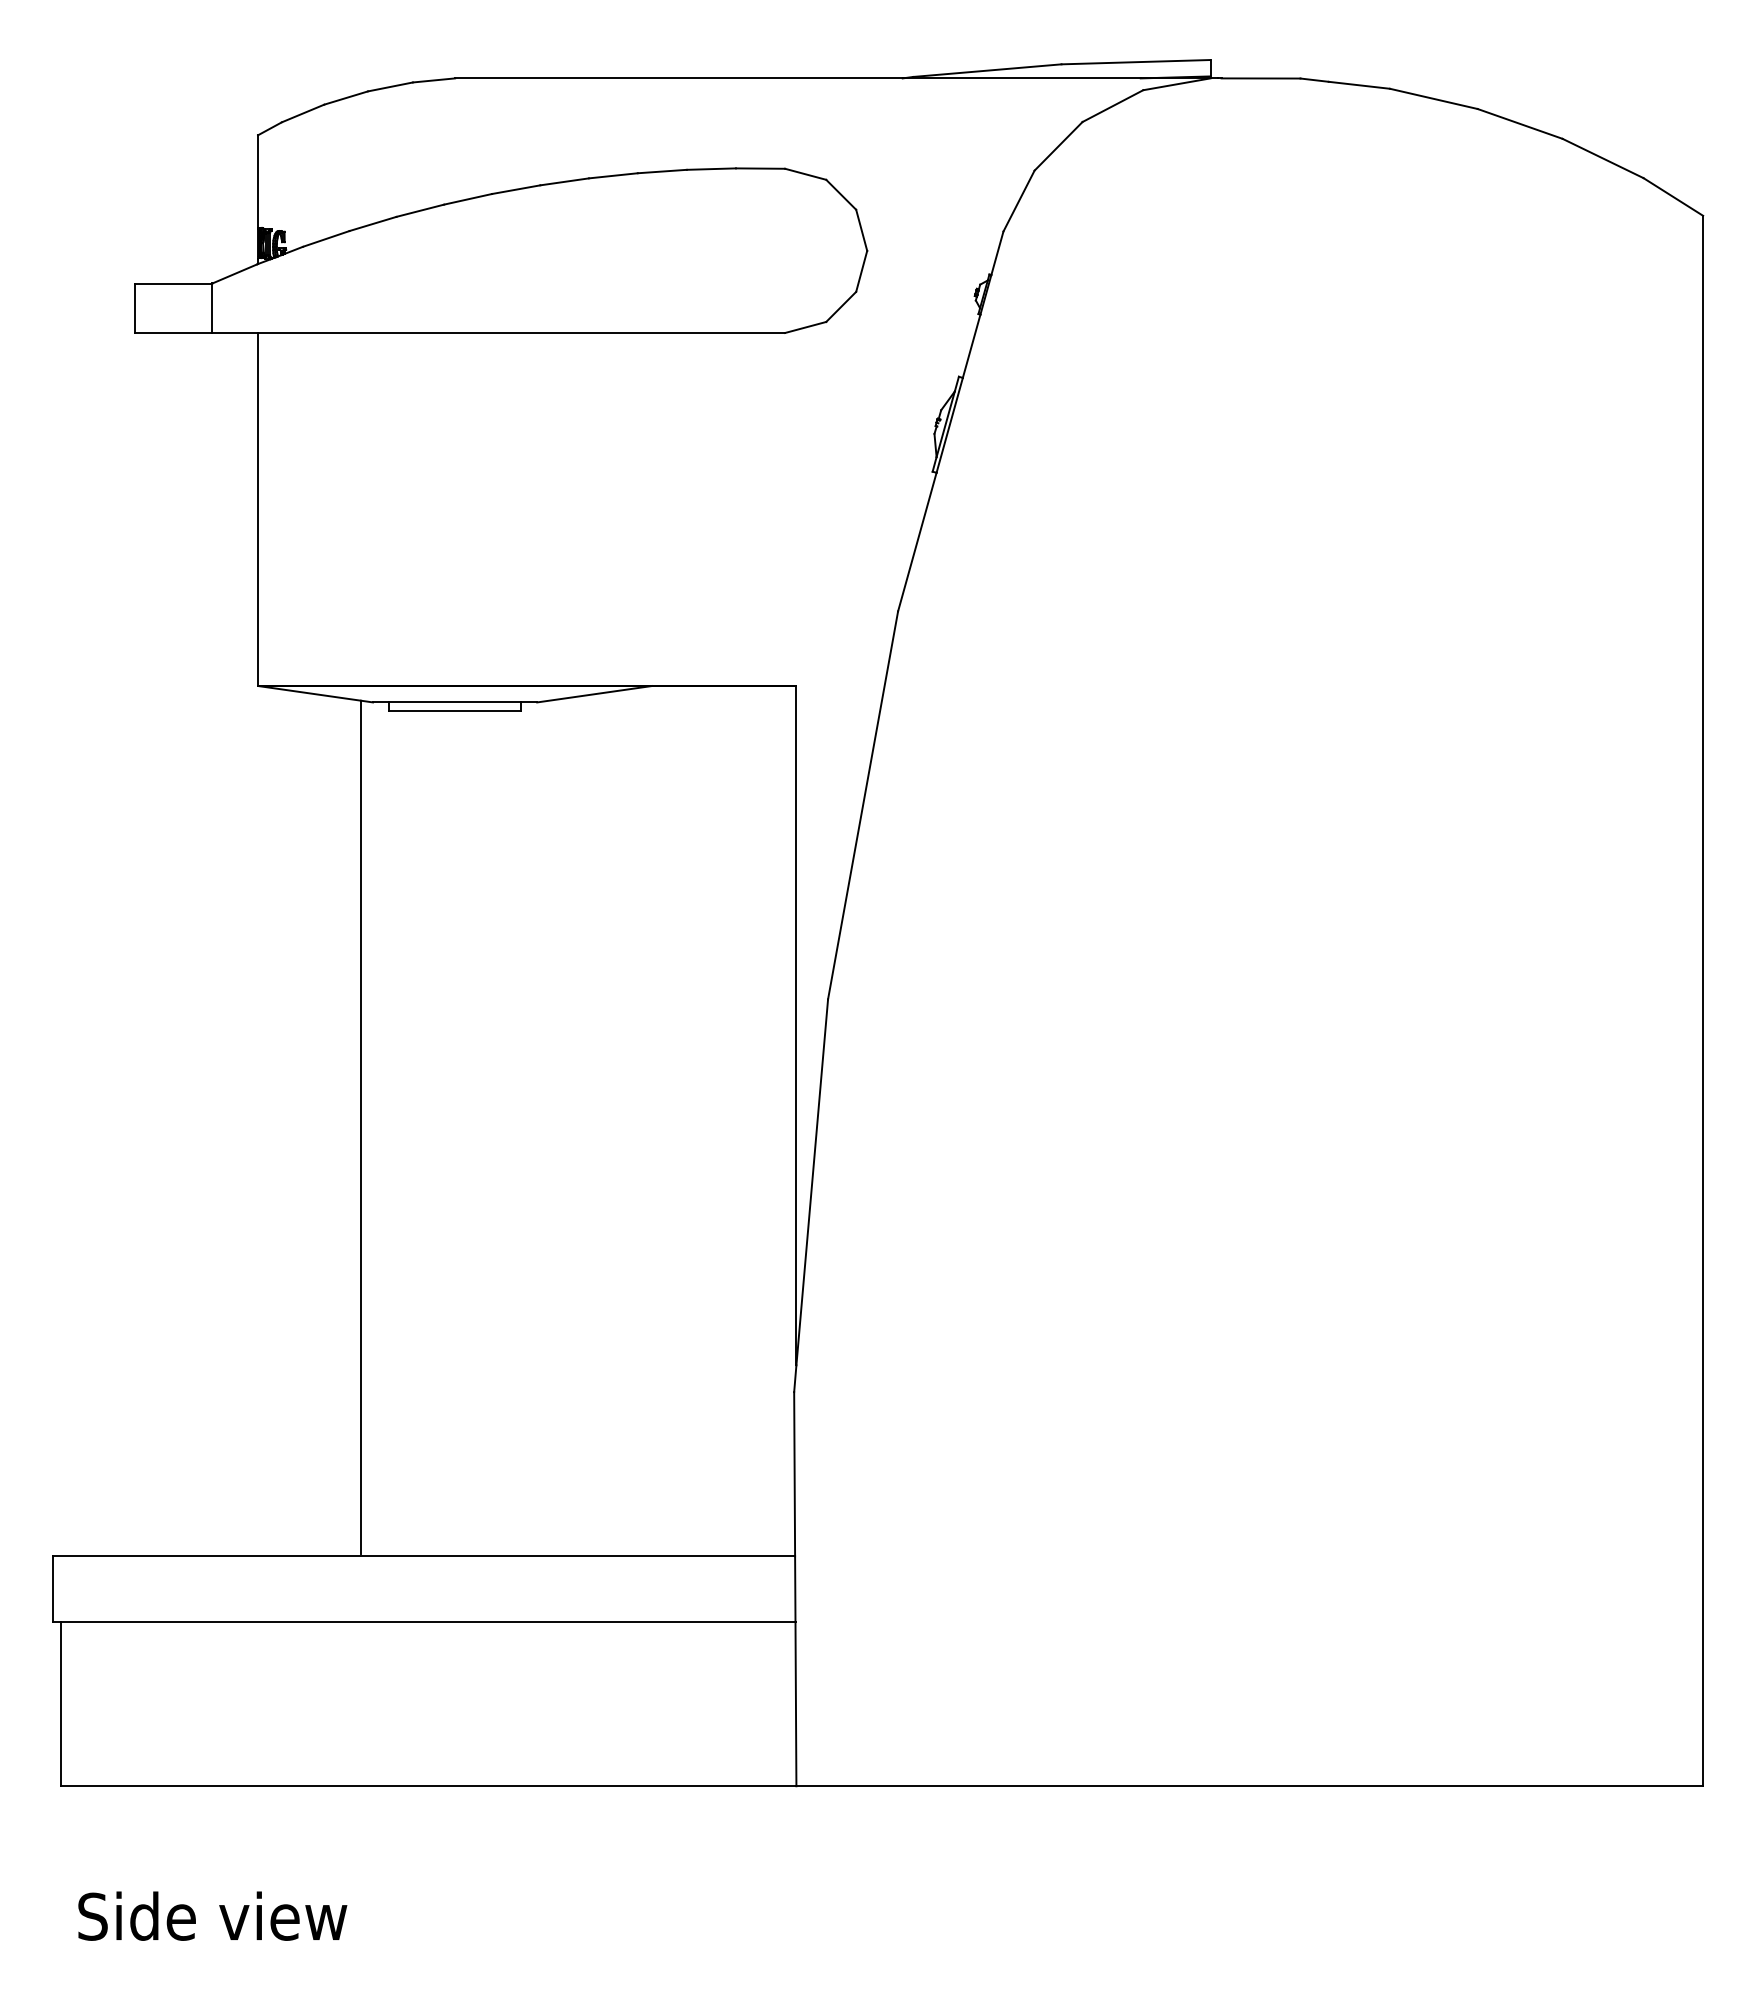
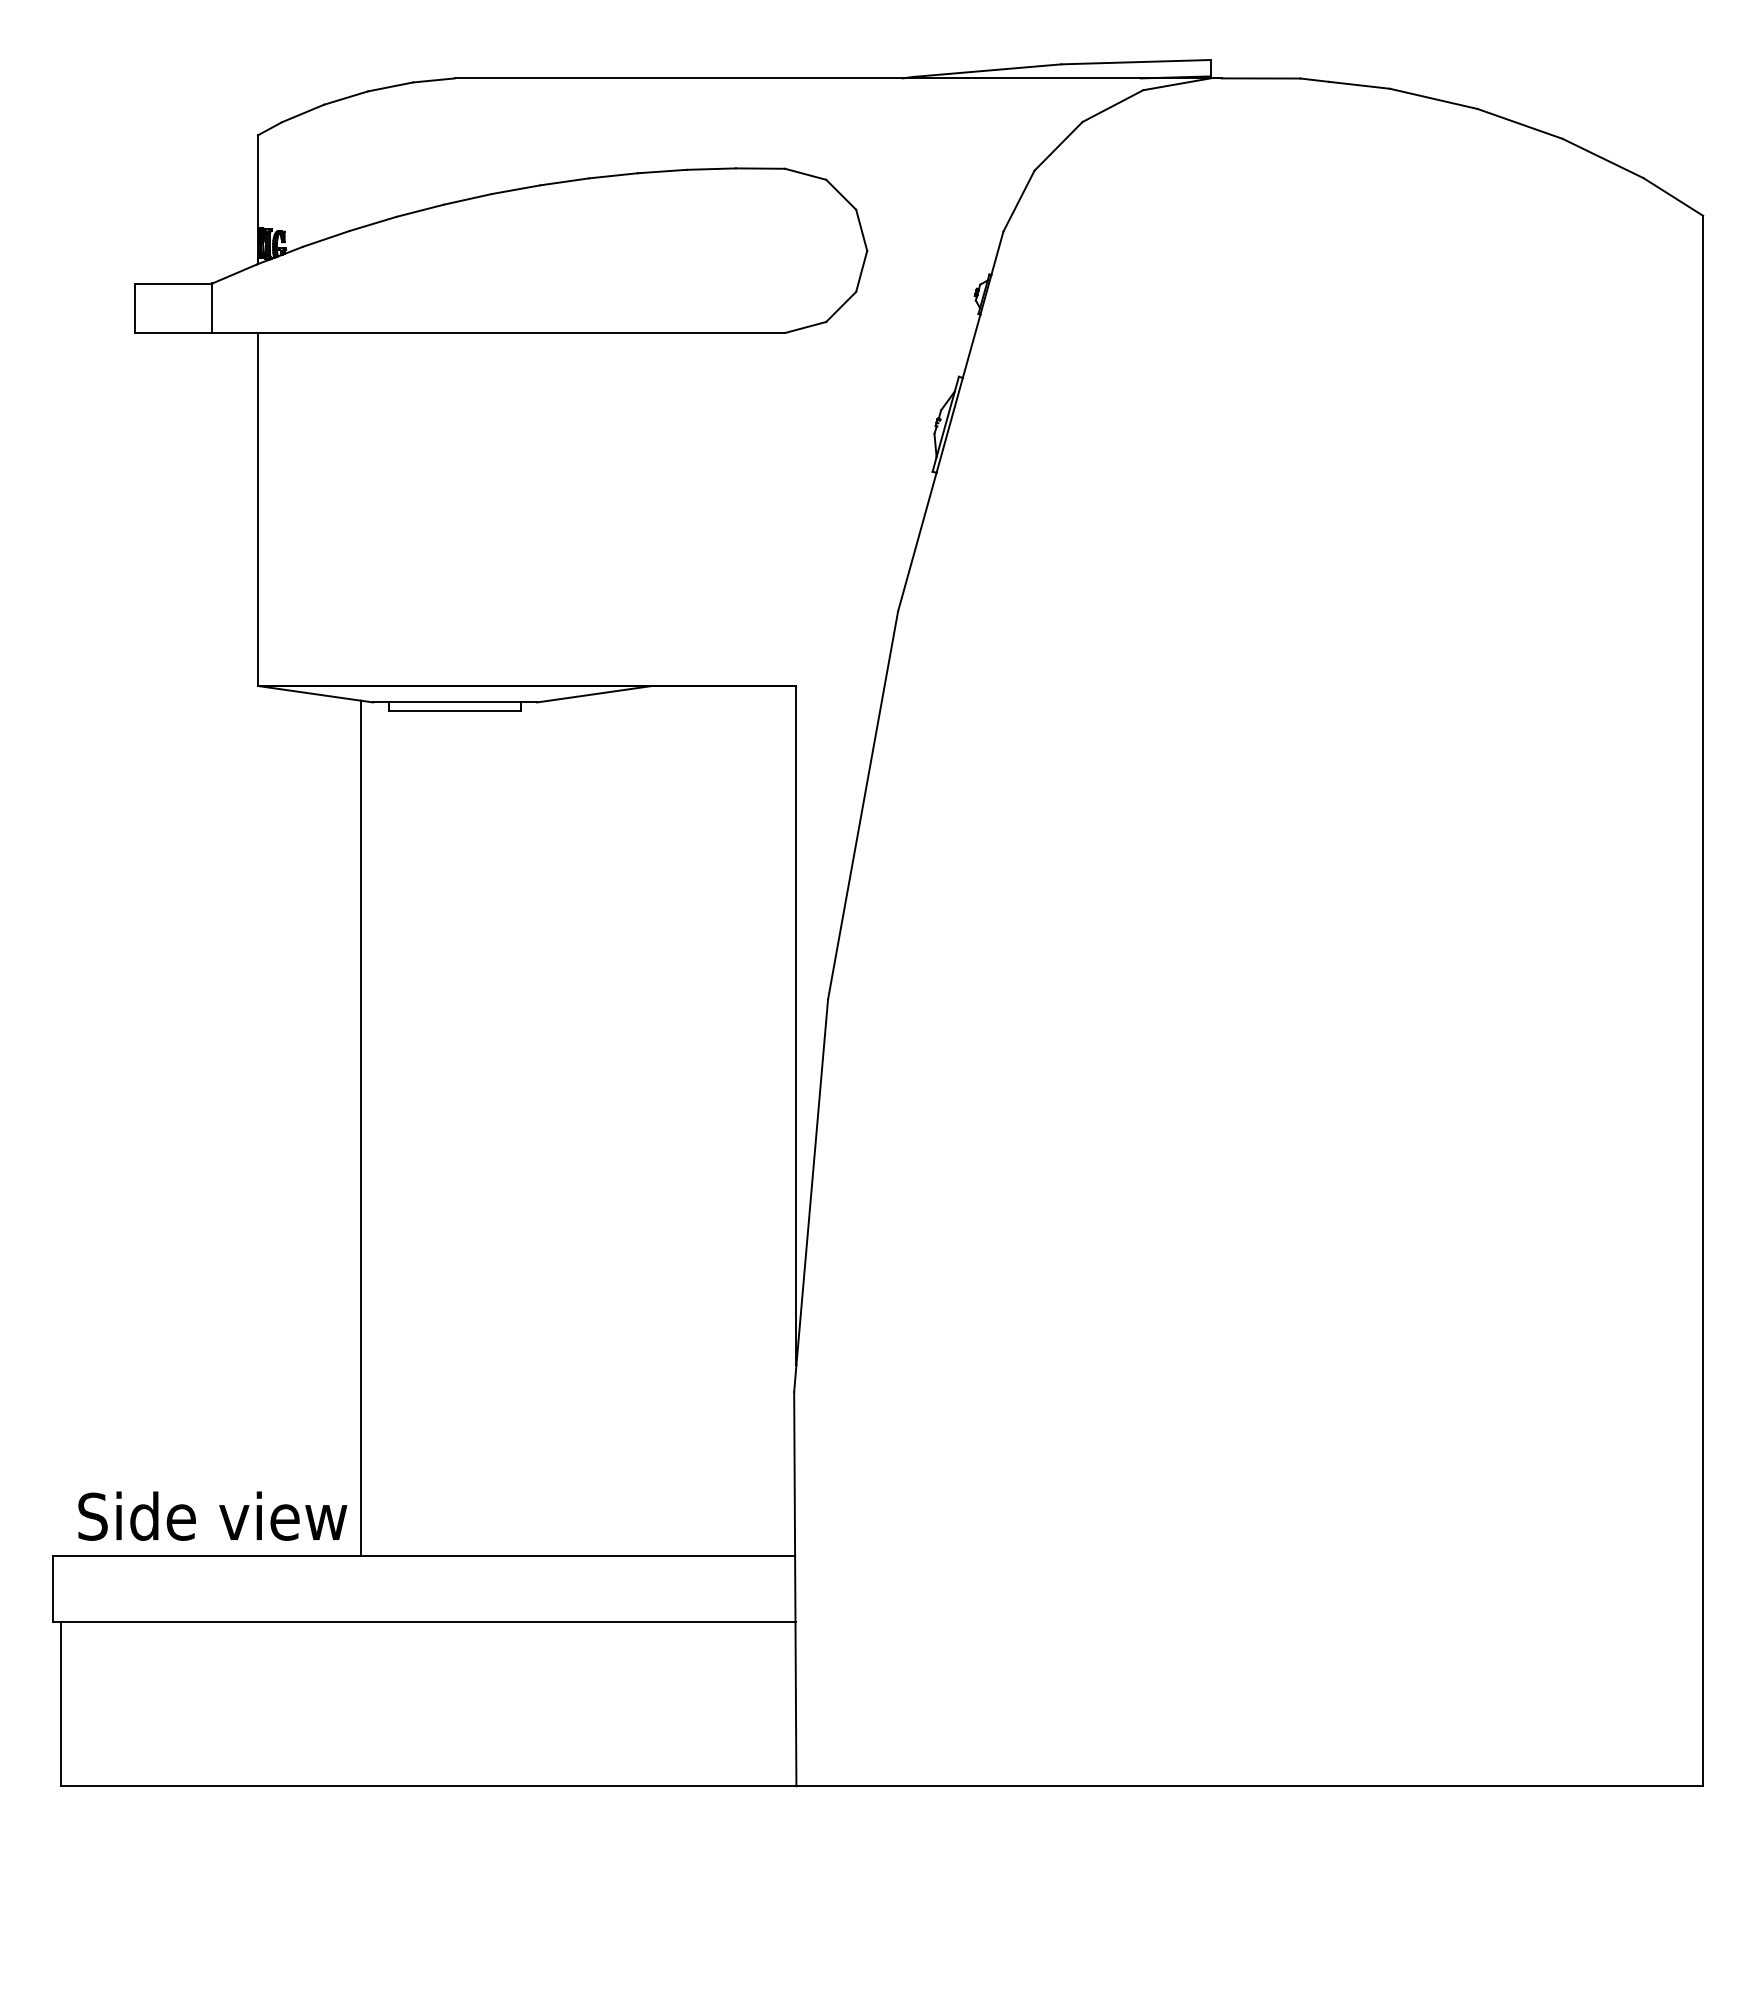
text at (212, 1915) position: (212, 1915) -> (212, 1515)
